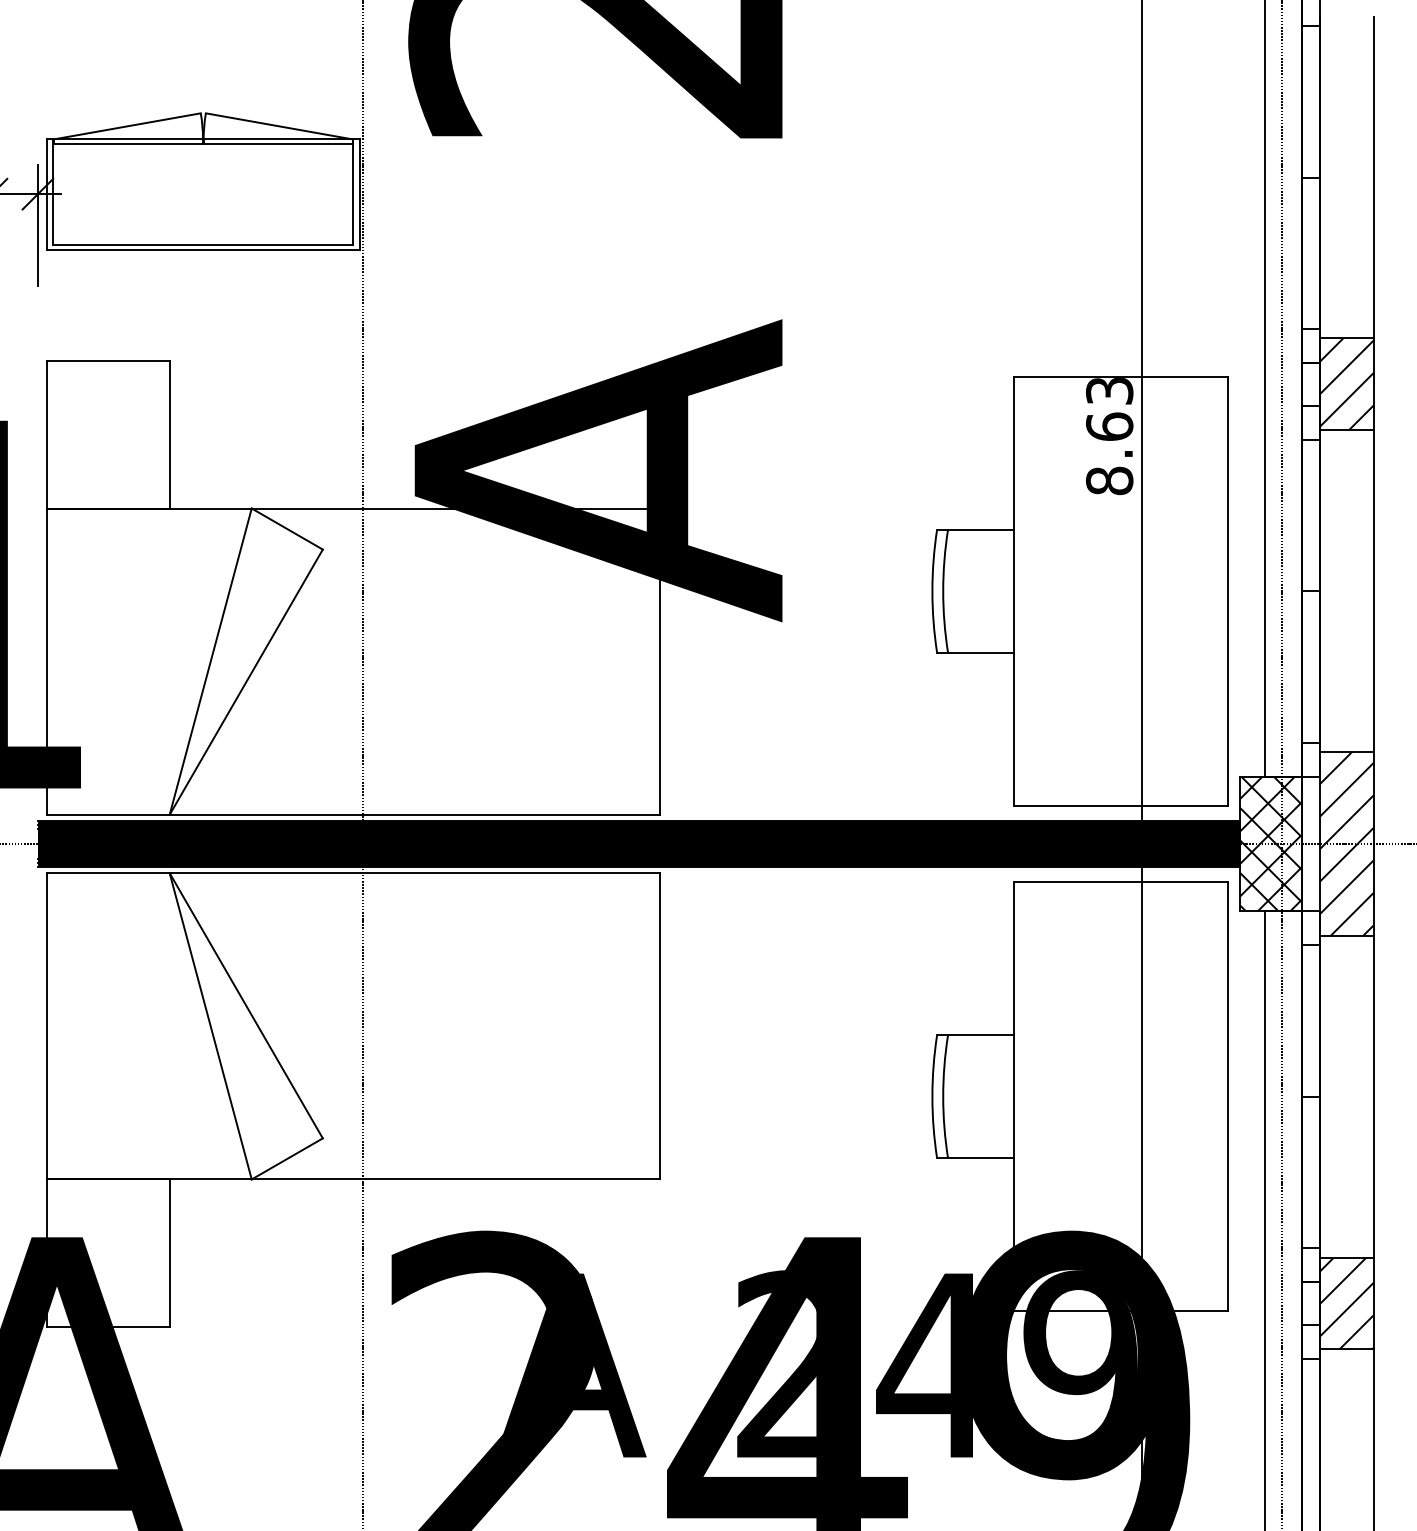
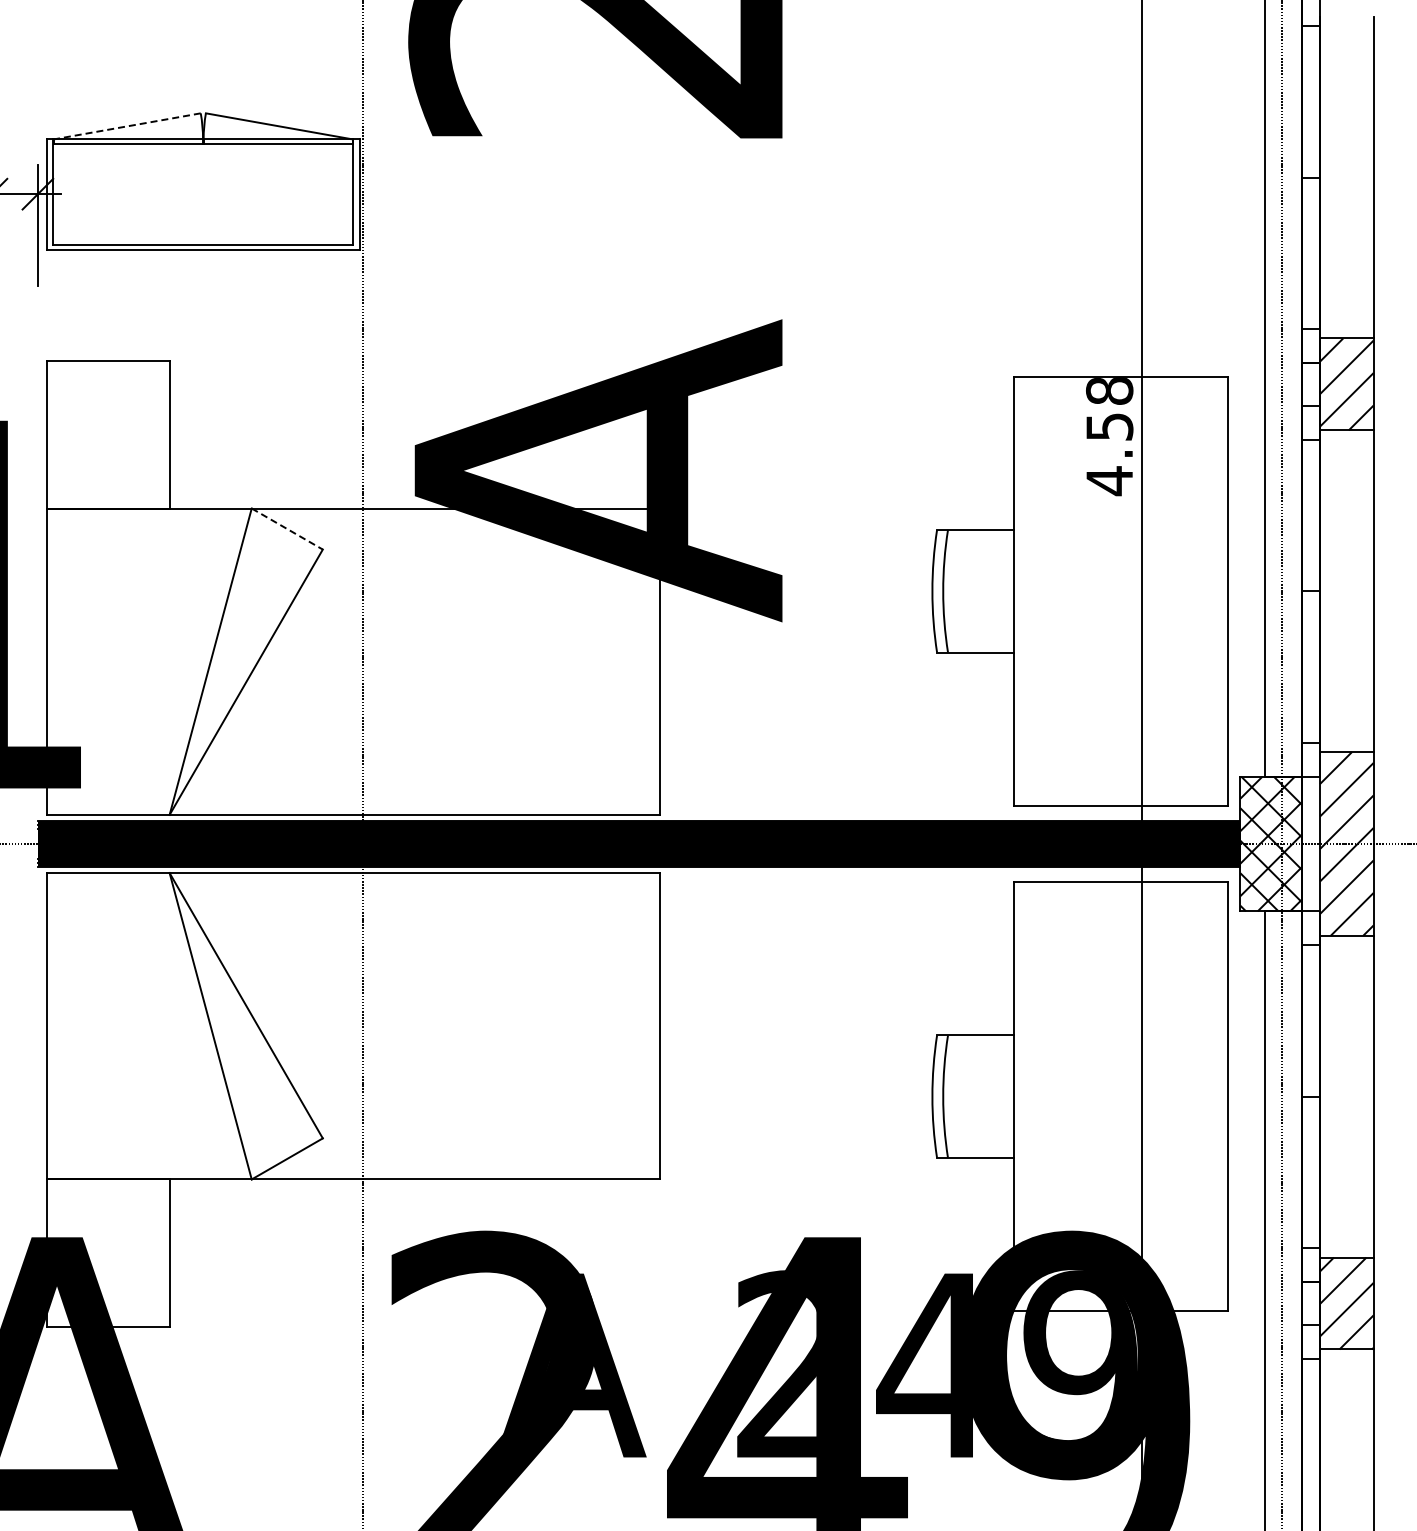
line at (126, 126): solid -> dashed
text at (1109, 437): 8.63 -> 4.58
line at (287, 529): solid -> dashed
